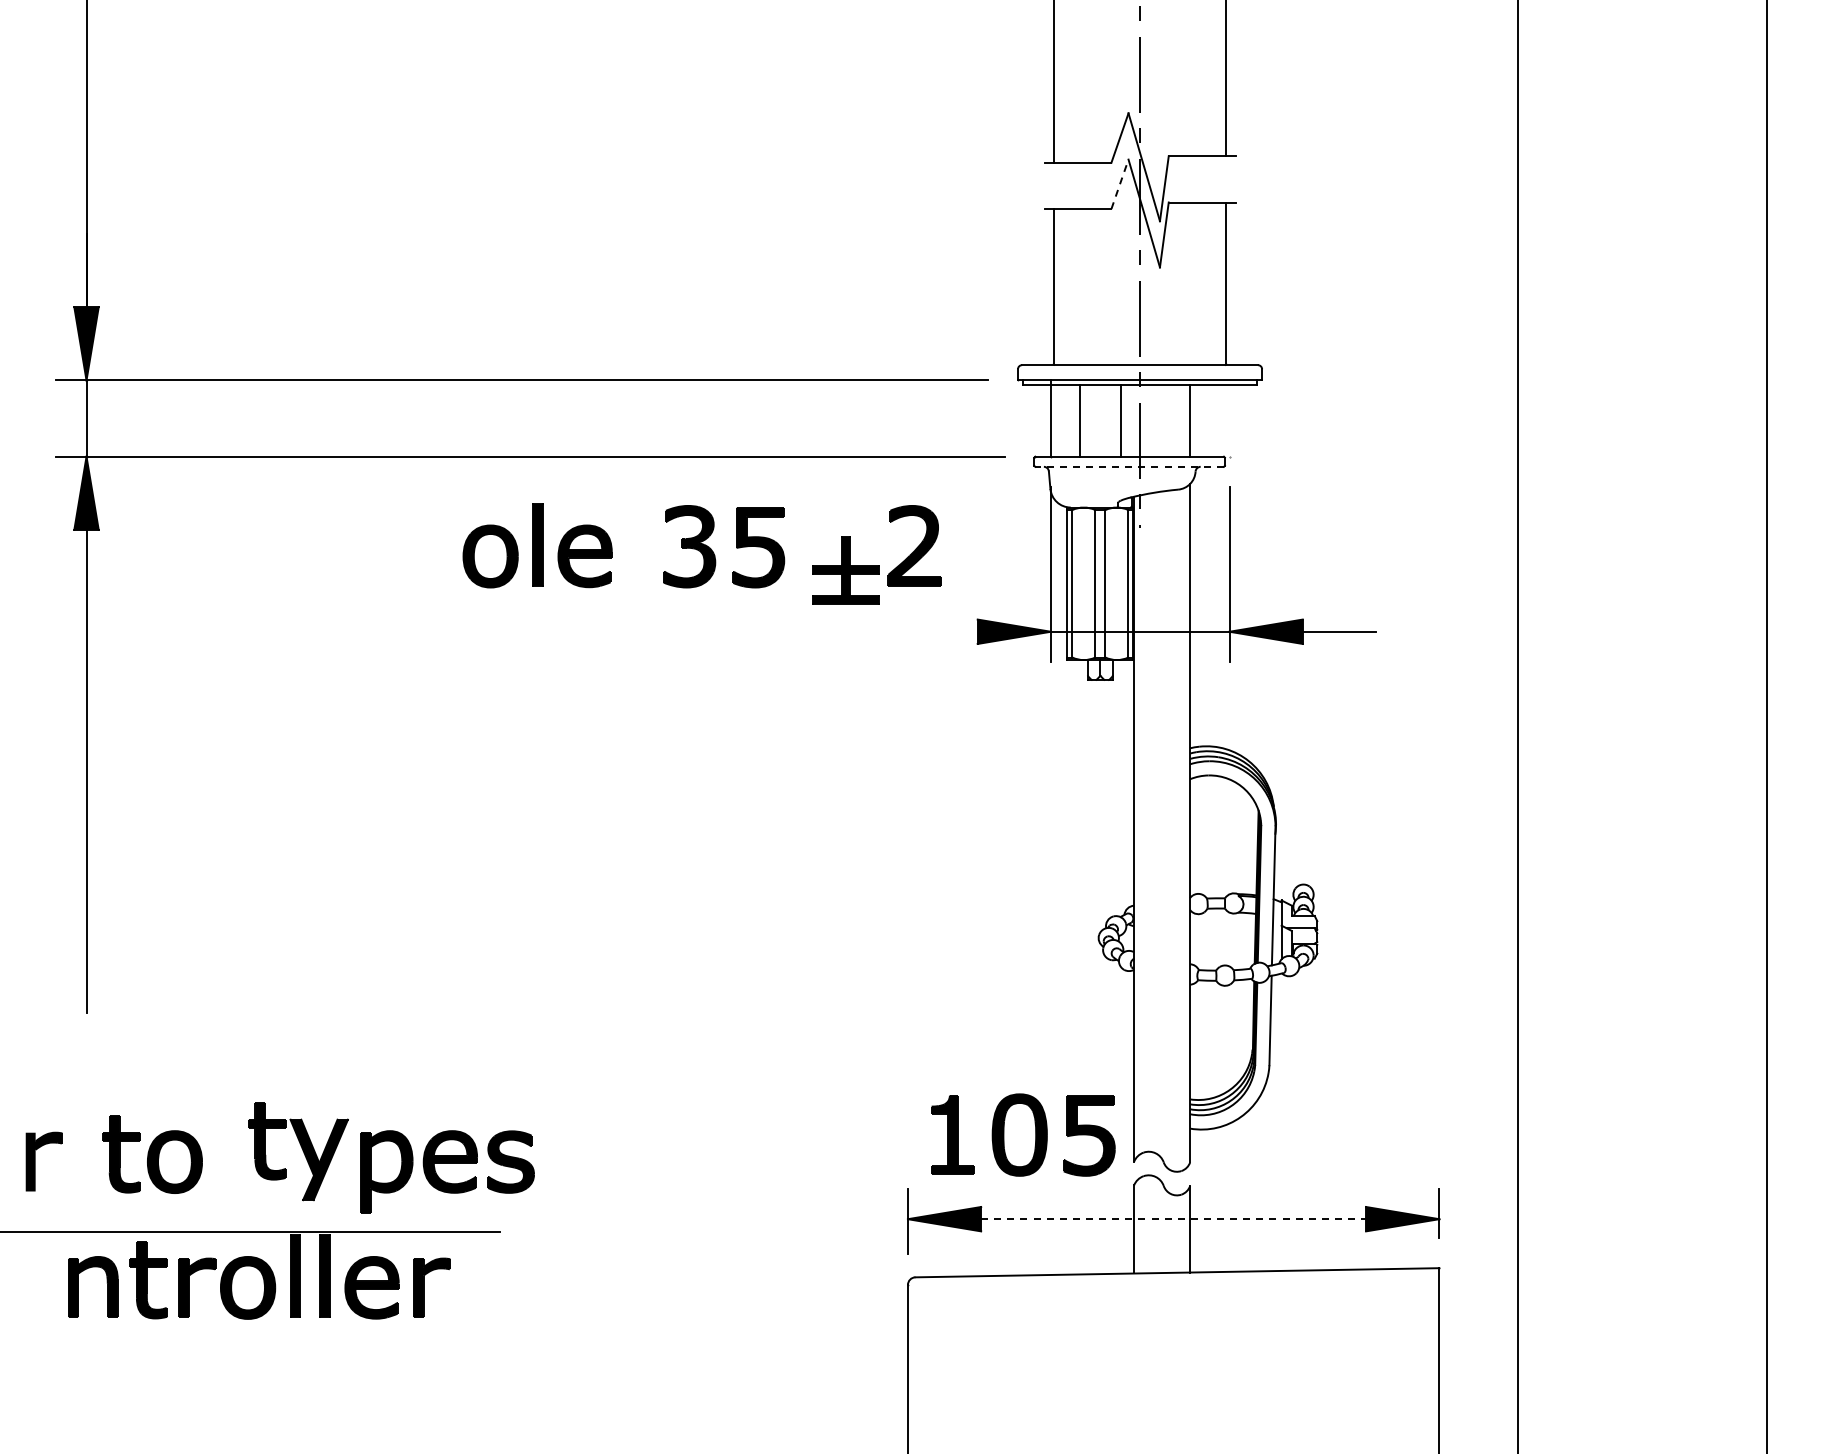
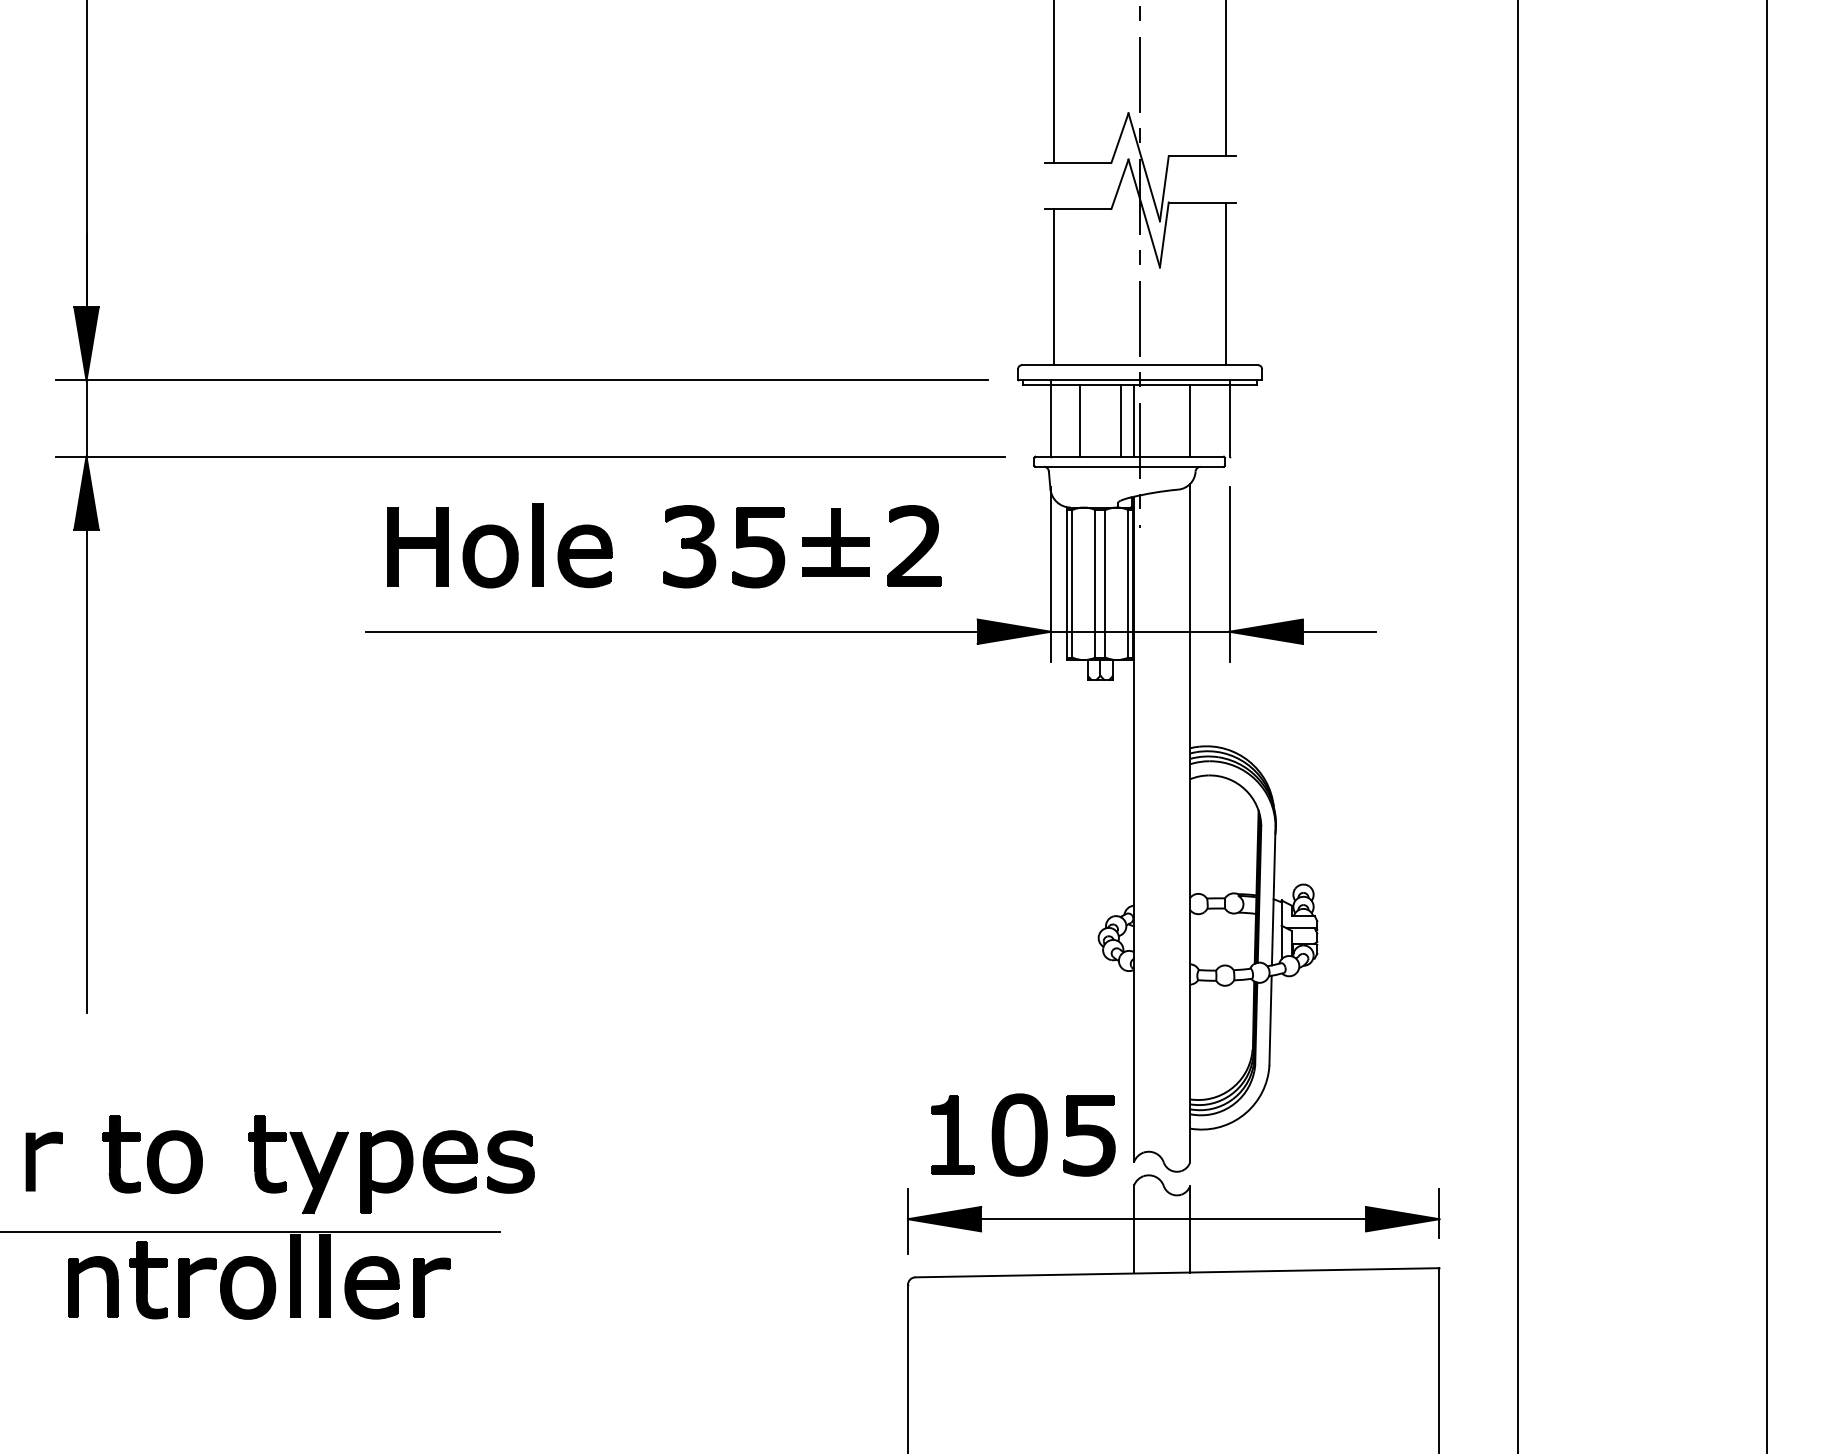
line at (1120, 183): dashed -> solid
line at (1229, 418): none -> present
line at (1134, 420): none -> present
line at (1129, 466): dashed -> solid
part at (417, 546): none -> present
part at (845, 570) position: (845, 570) -> (835, 542)
line at (671, 631): none -> present
part at (298, 1151) position: (298, 1151) -> (298, 1164)
line at (1174, 1219): dashed -> solid
